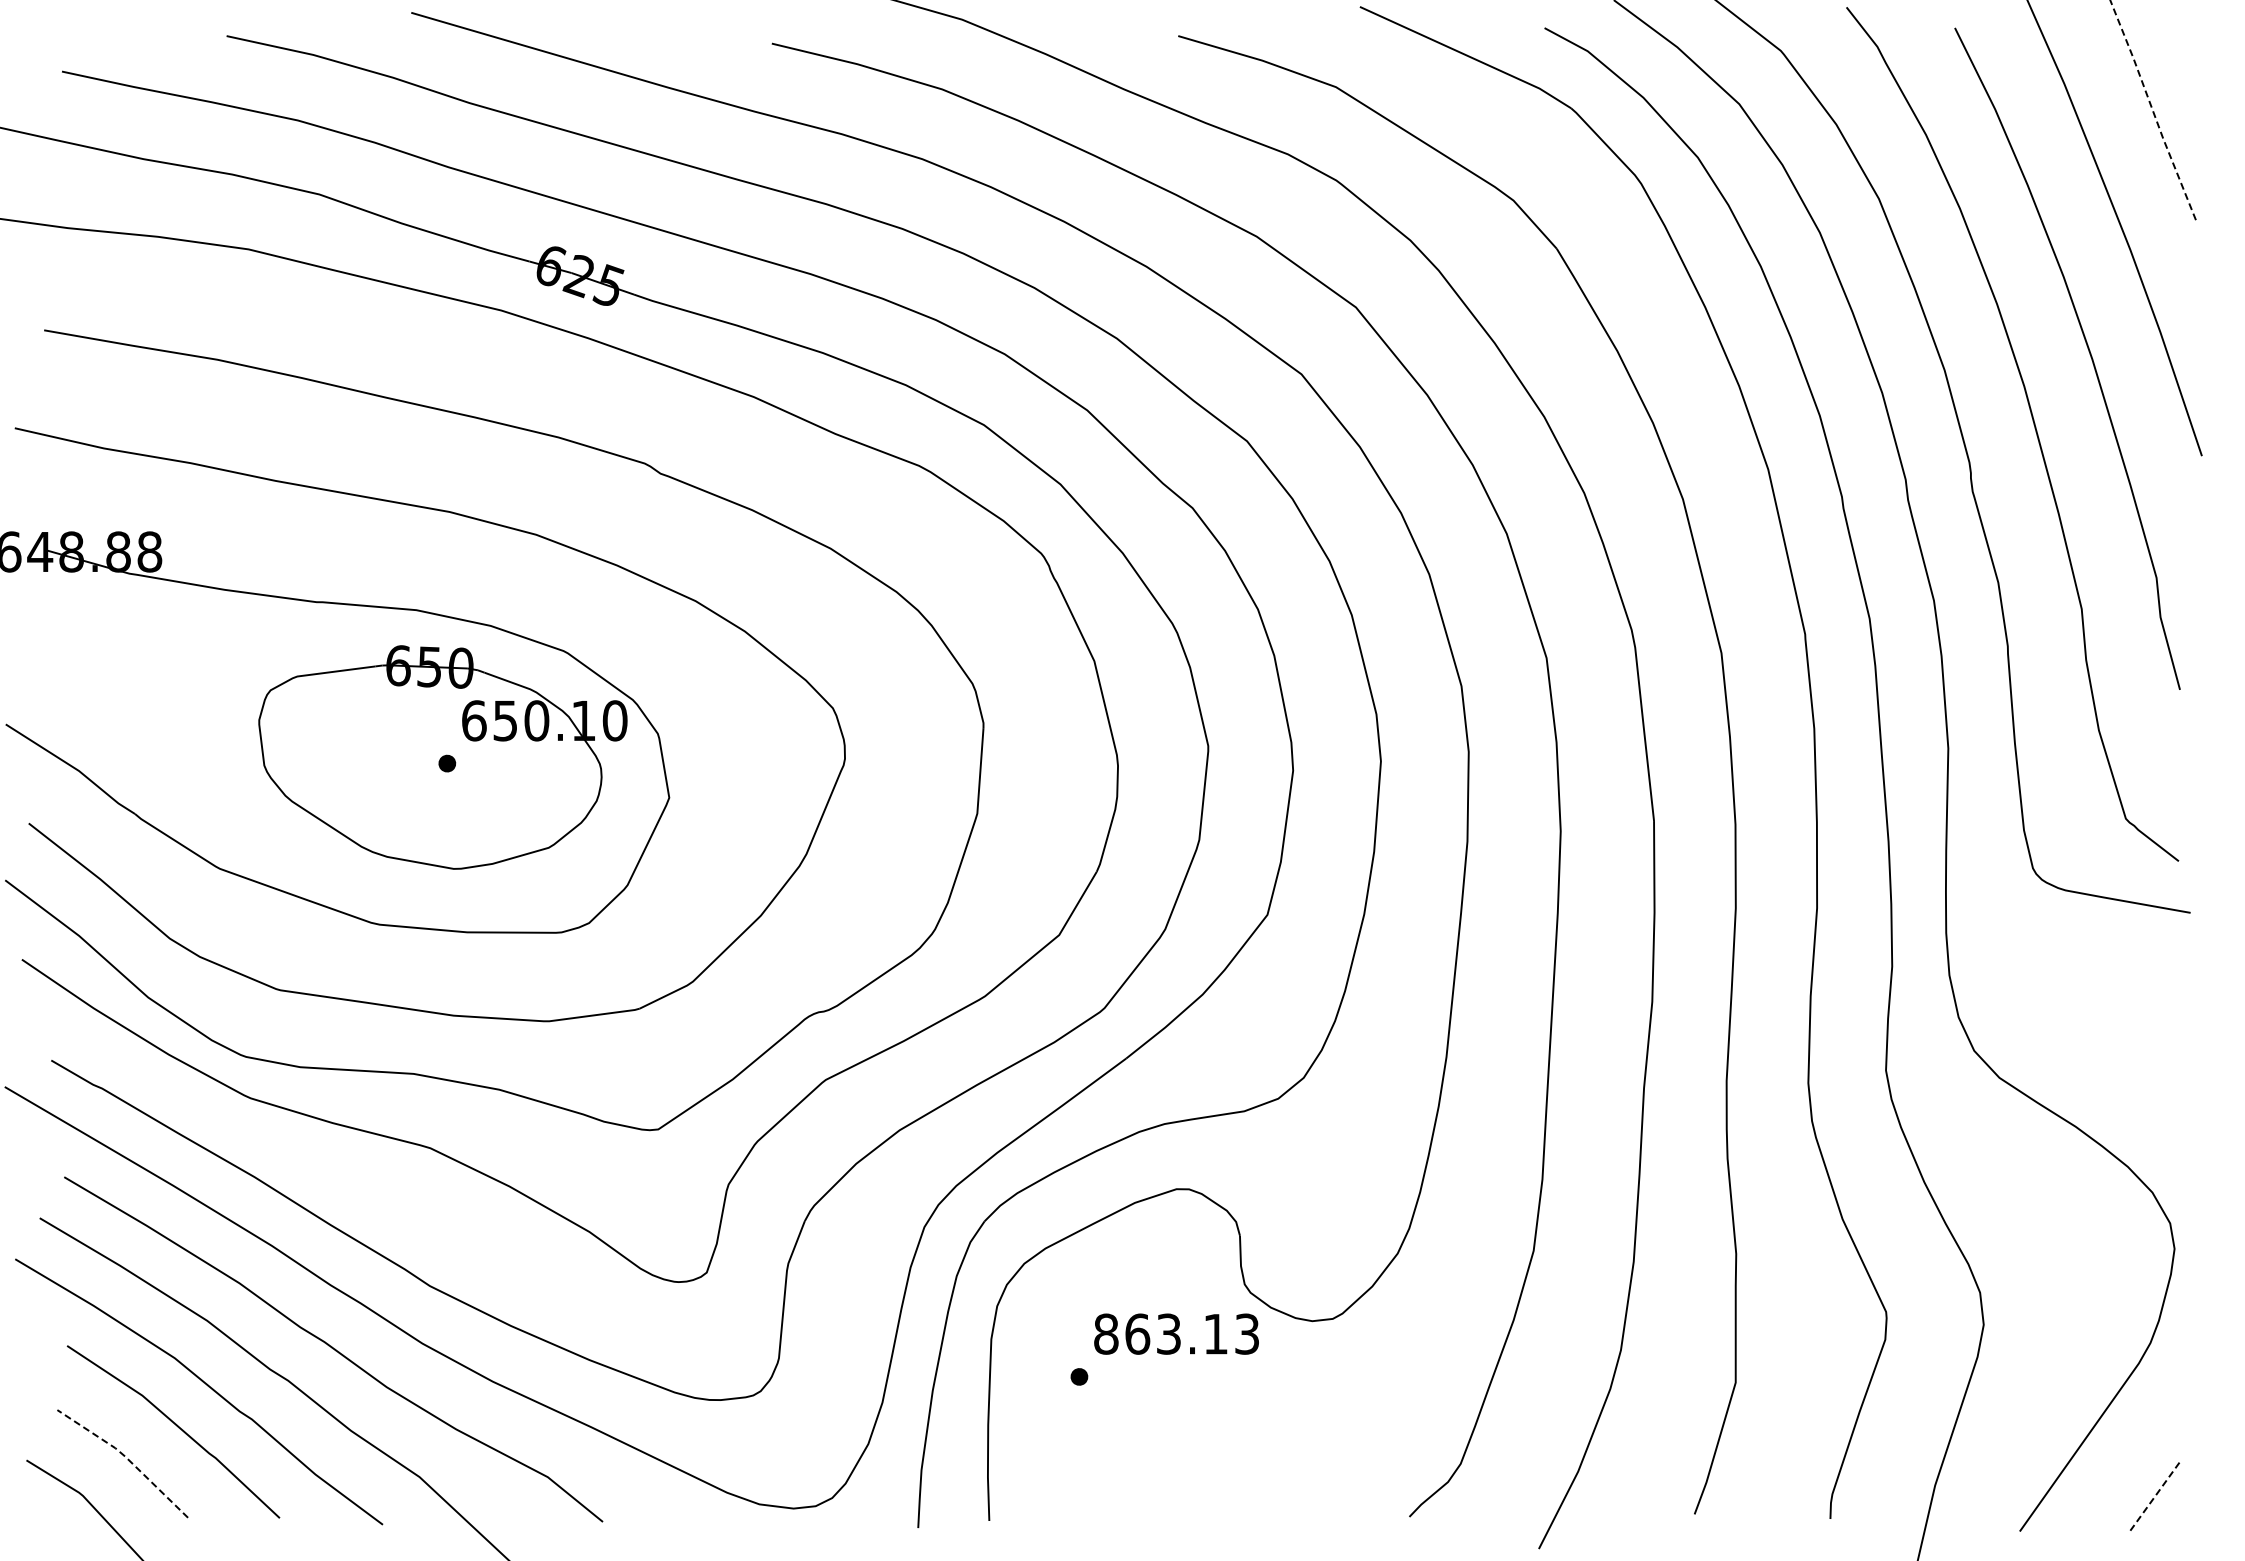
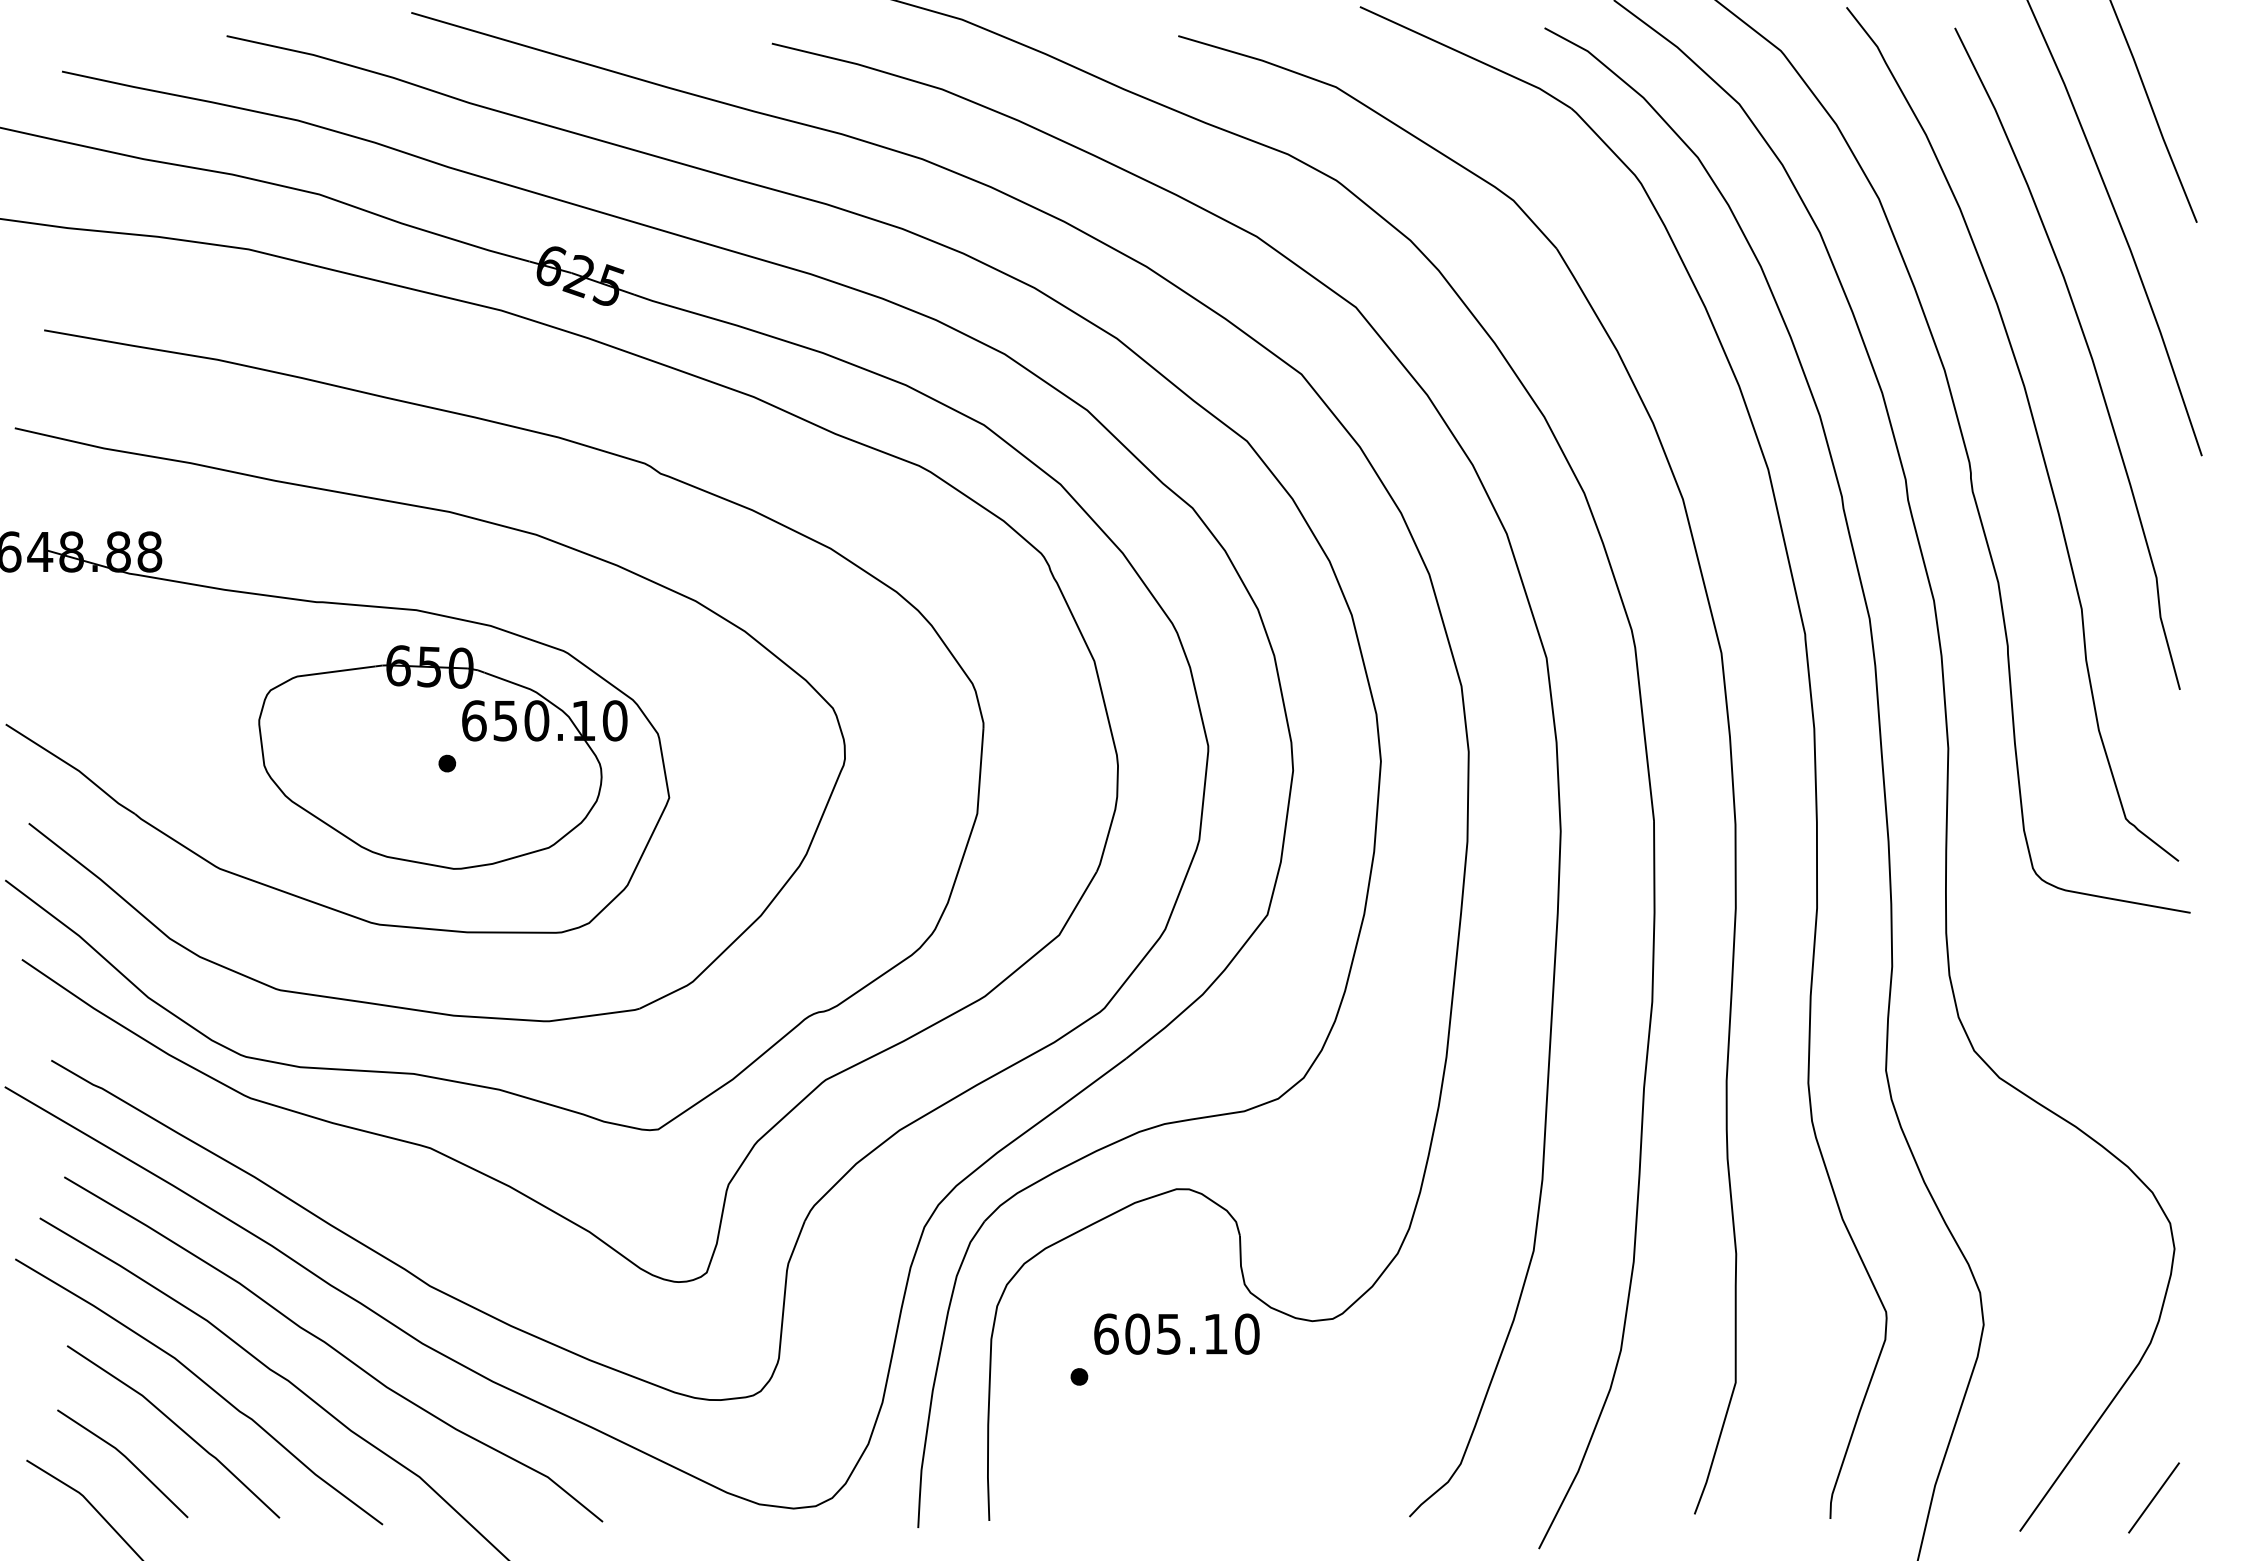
line at (2153, 111): dashed -> solid
text at (1176, 1333): 863.13 -> 605.10
line at (126, 1457): dashed -> solid
line at (2154, 1497): dashed -> solid
